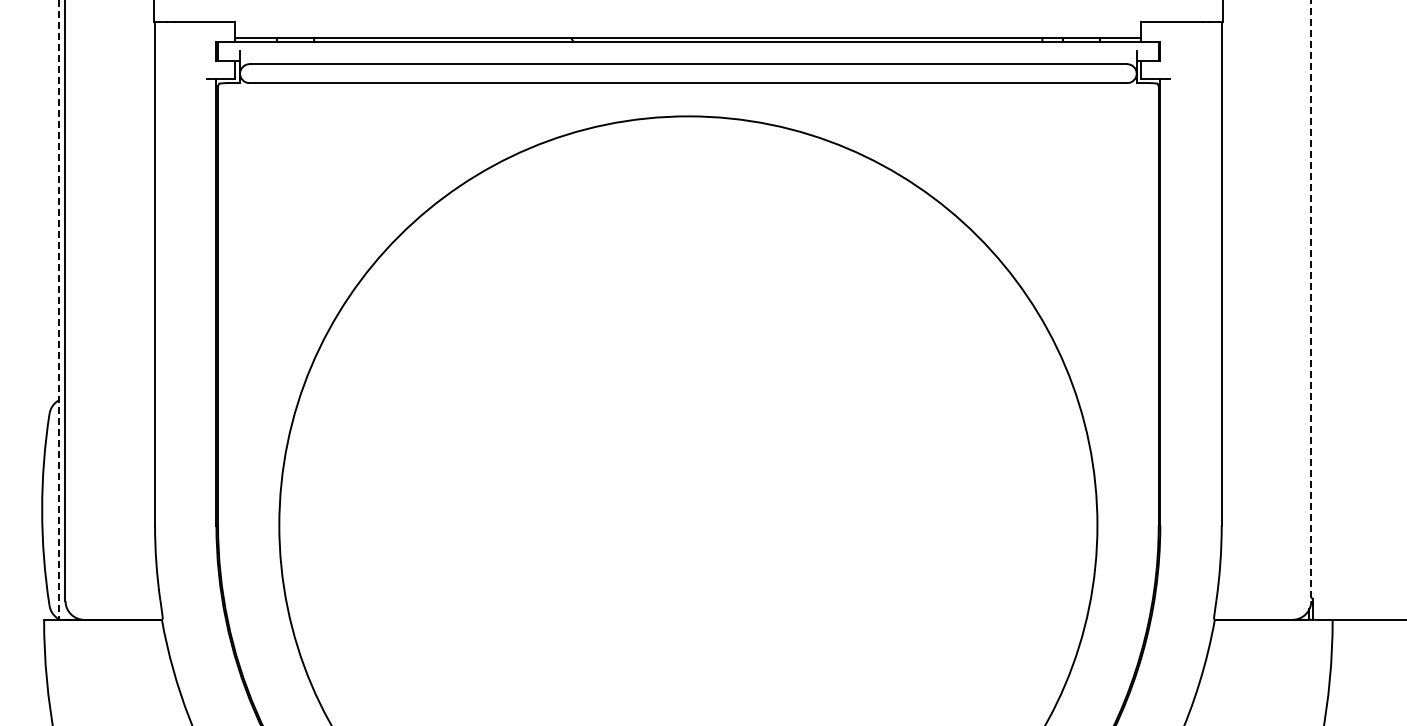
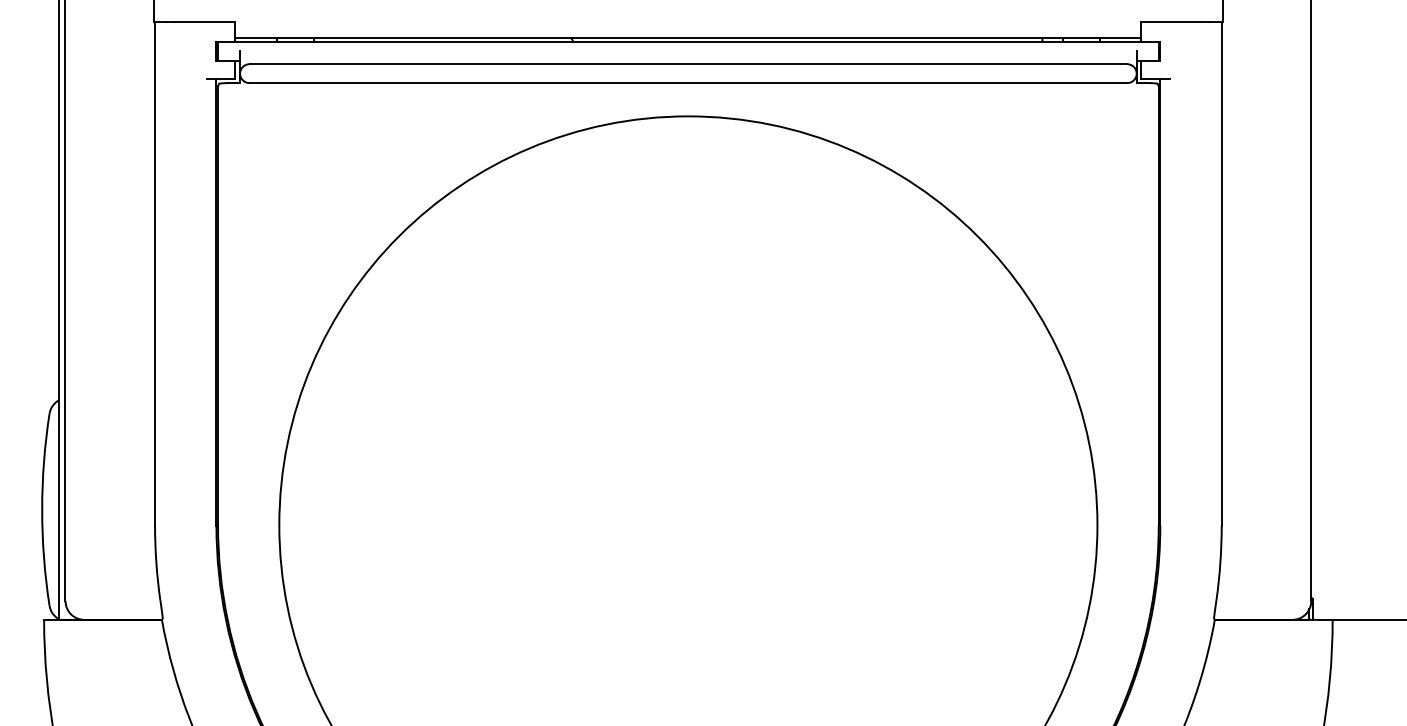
line at (1311, 301): dashed -> solid
line at (59, 310): dashed -> solid
